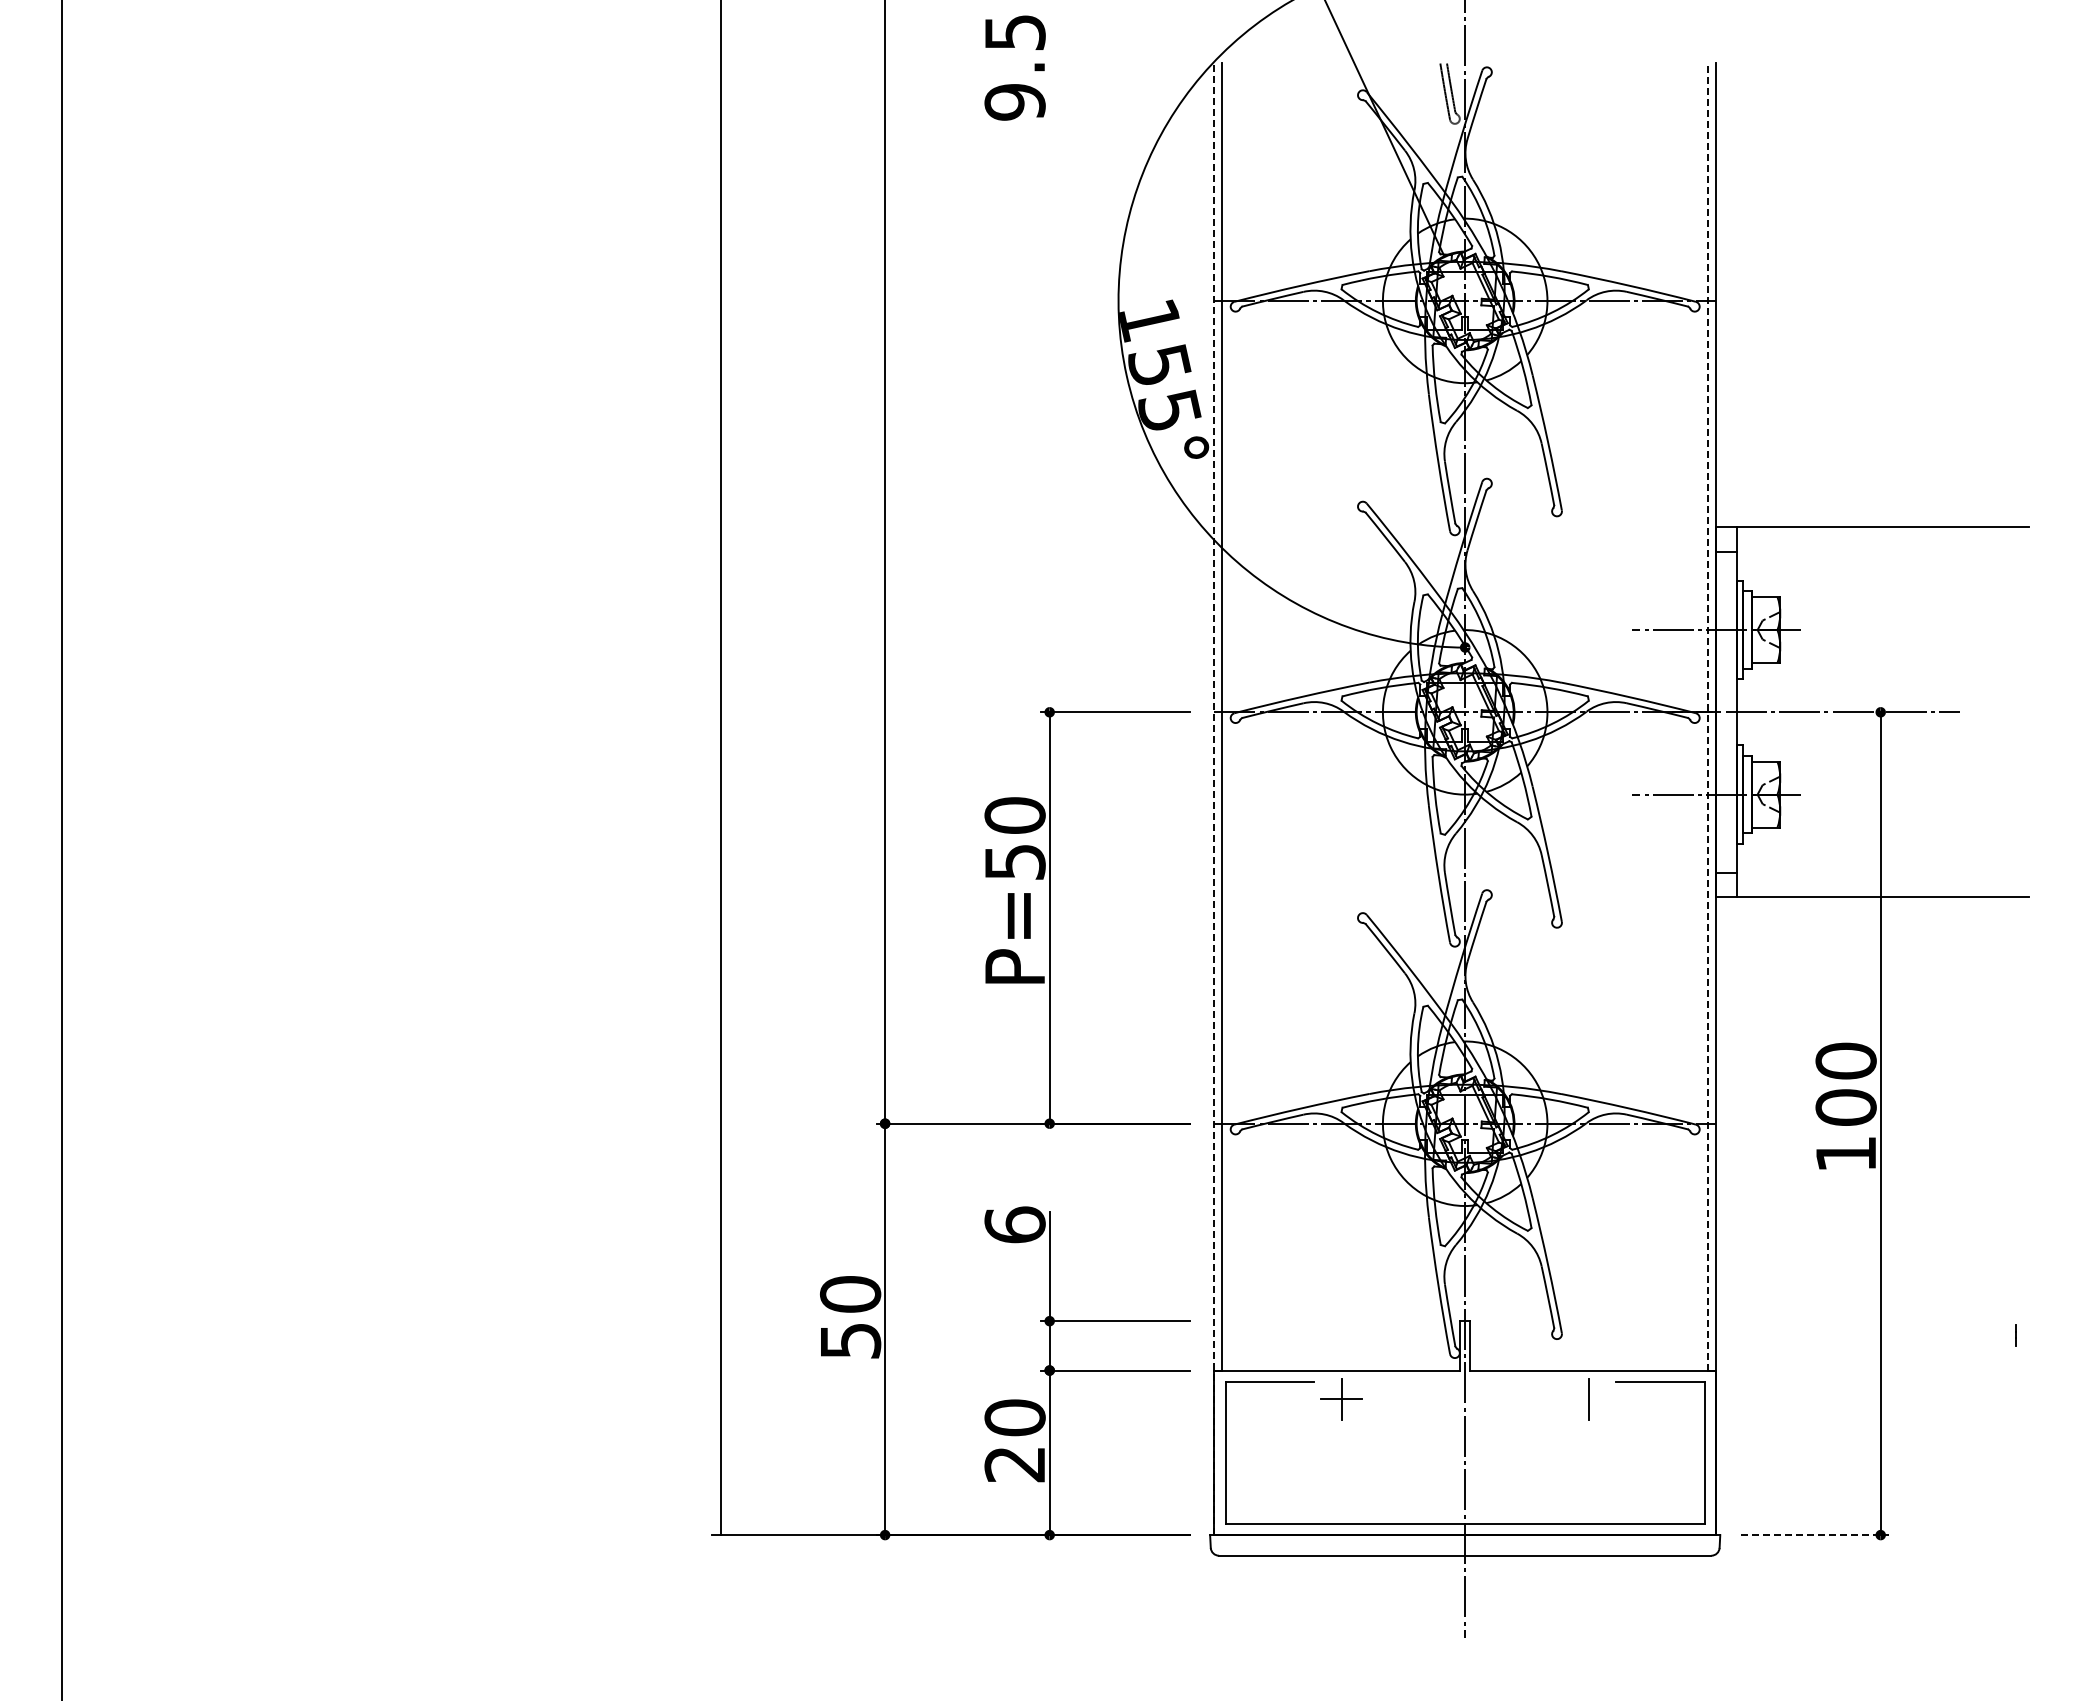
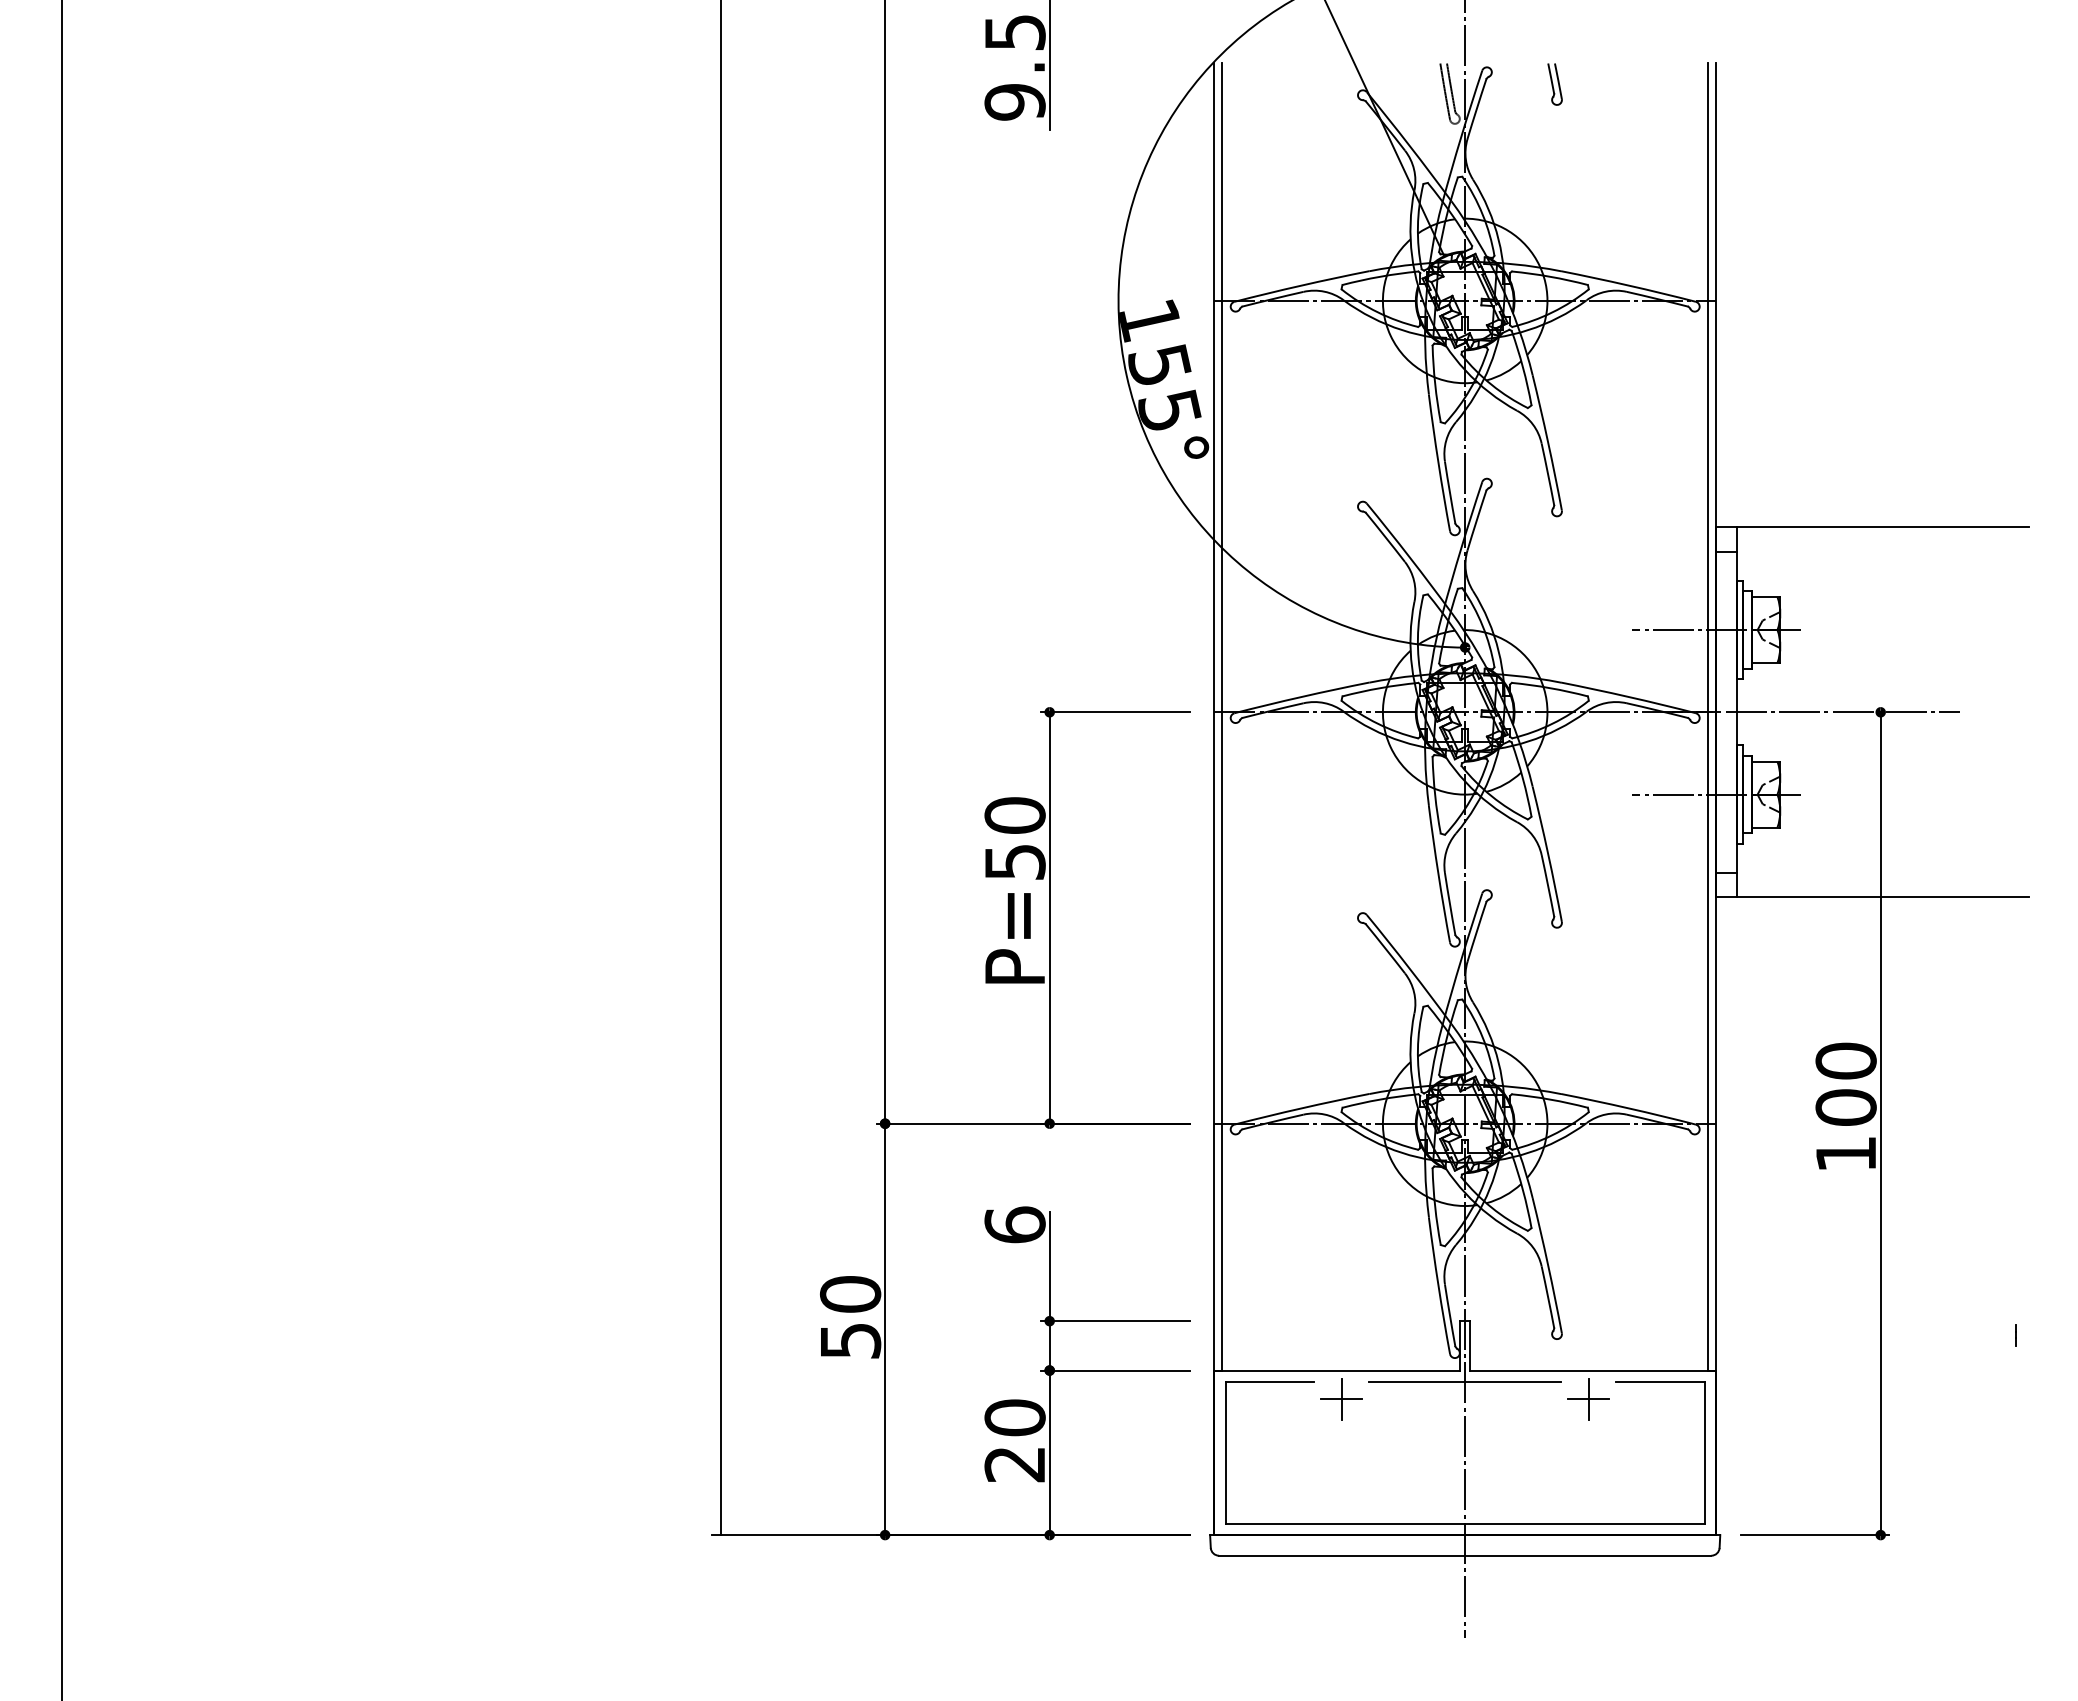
line at (1049, 66): none -> present
part at (1554, 84): none -> present
line at (1707, 717): dashed -> solid
line at (1214, 799): dashed -> solid
line at (1465, 1382): none -> present
line at (1588, 1399): none -> present
line at (1815, 1535): dashed -> solid
